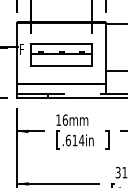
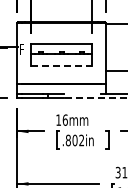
line at (61, 66): solid -> dashed
line at (95, 98): solid -> dashed
text at (74, 140): .614in -> .802in
